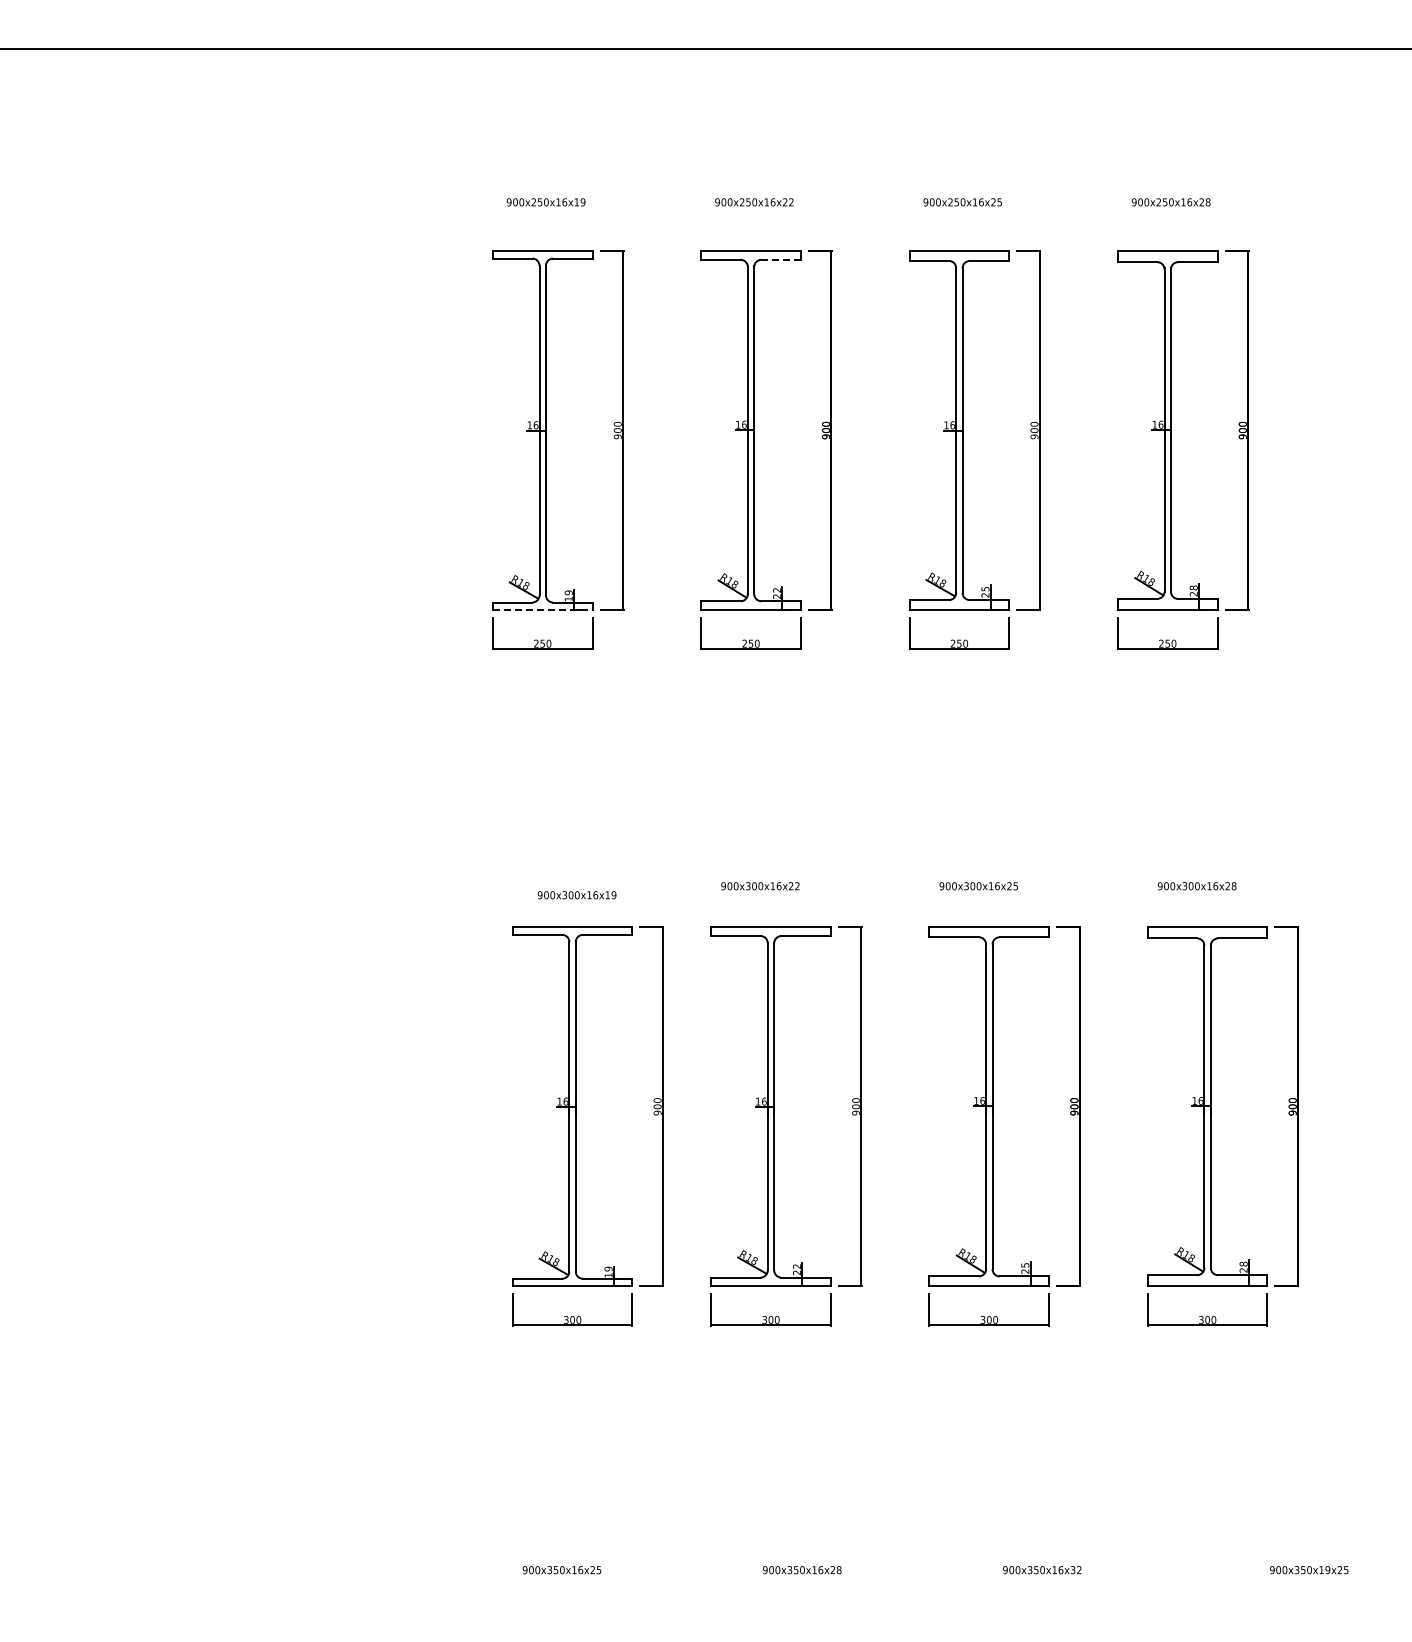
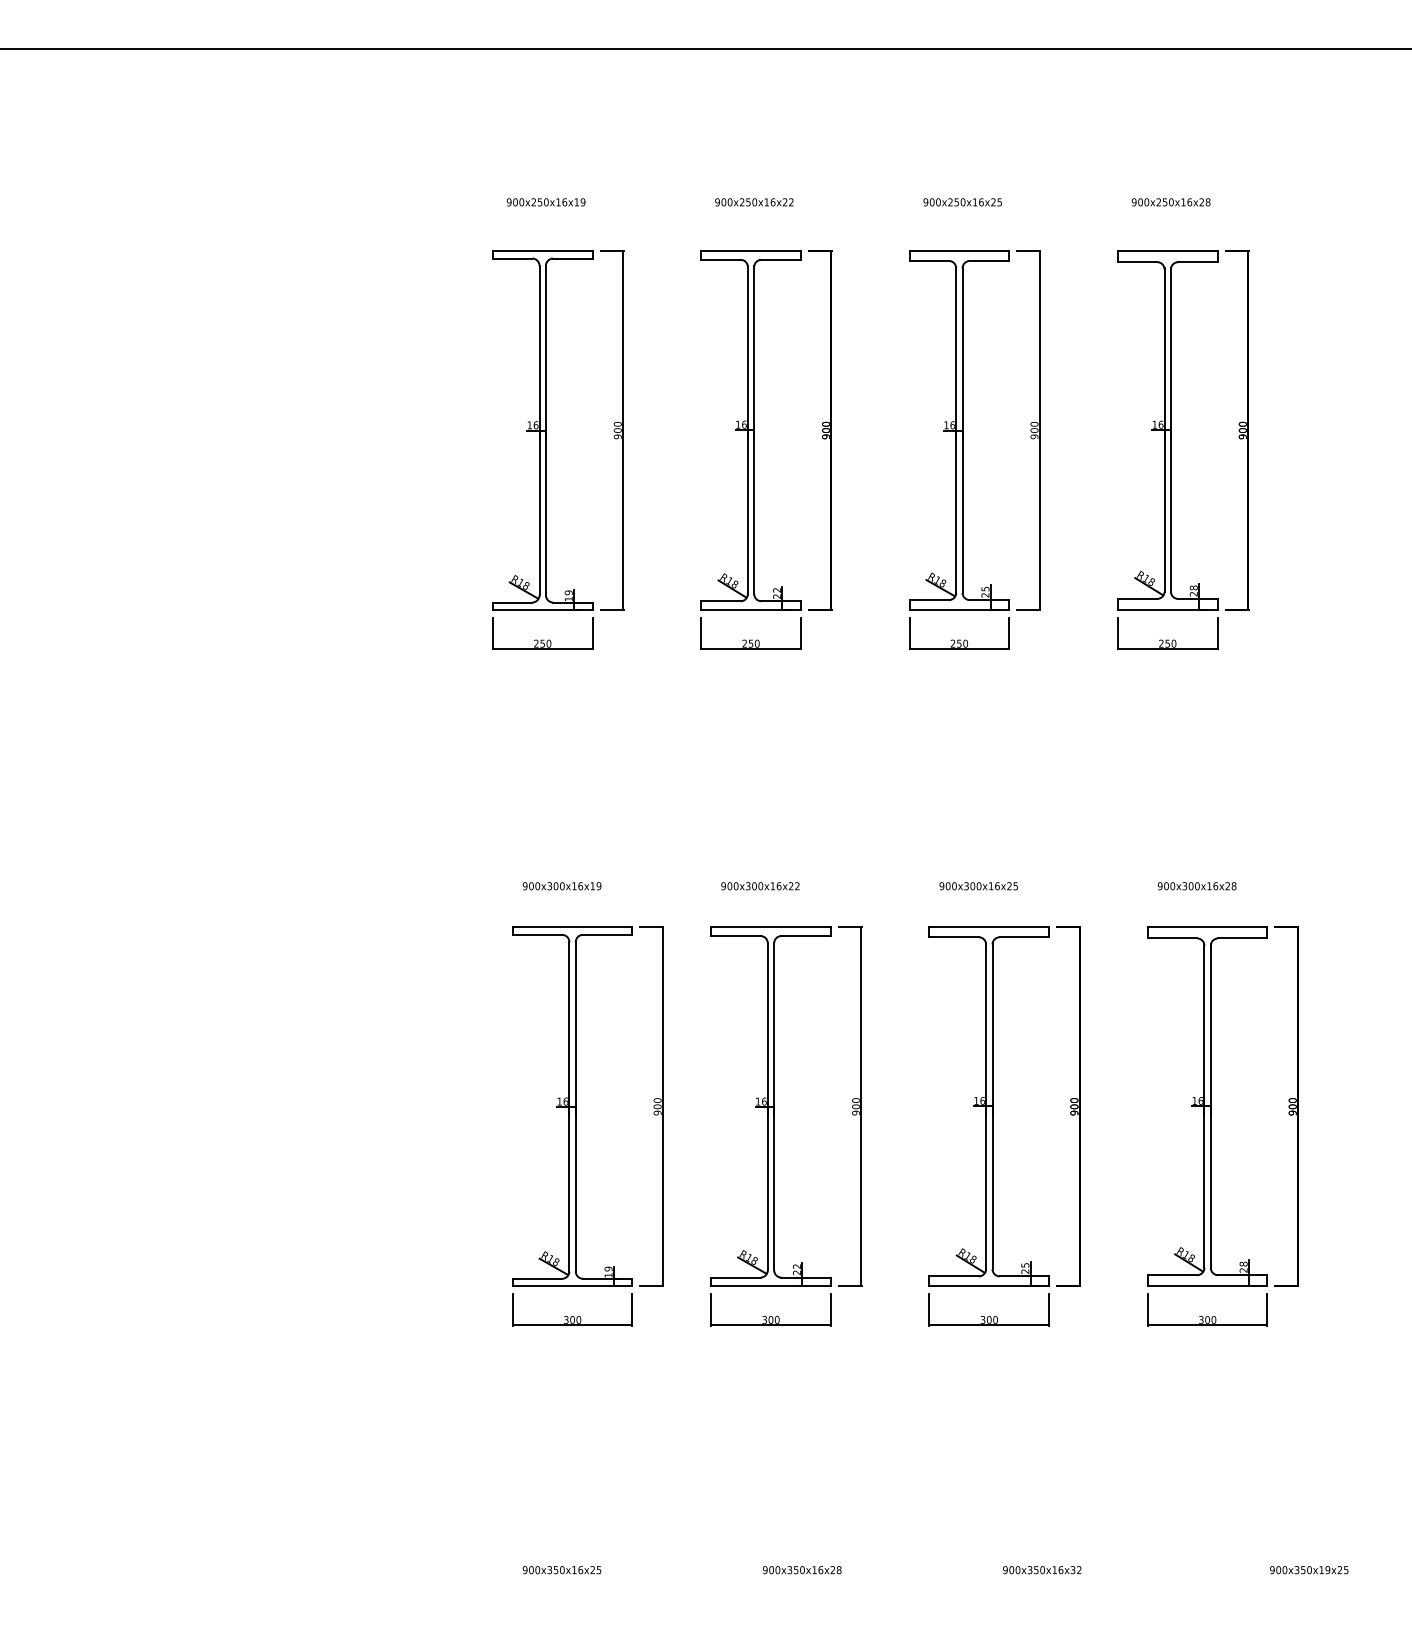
line at (781, 259): dashed -> solid
line at (542, 610): dashed -> solid
text at (576, 895) position: (576, 895) -> (561, 886)
